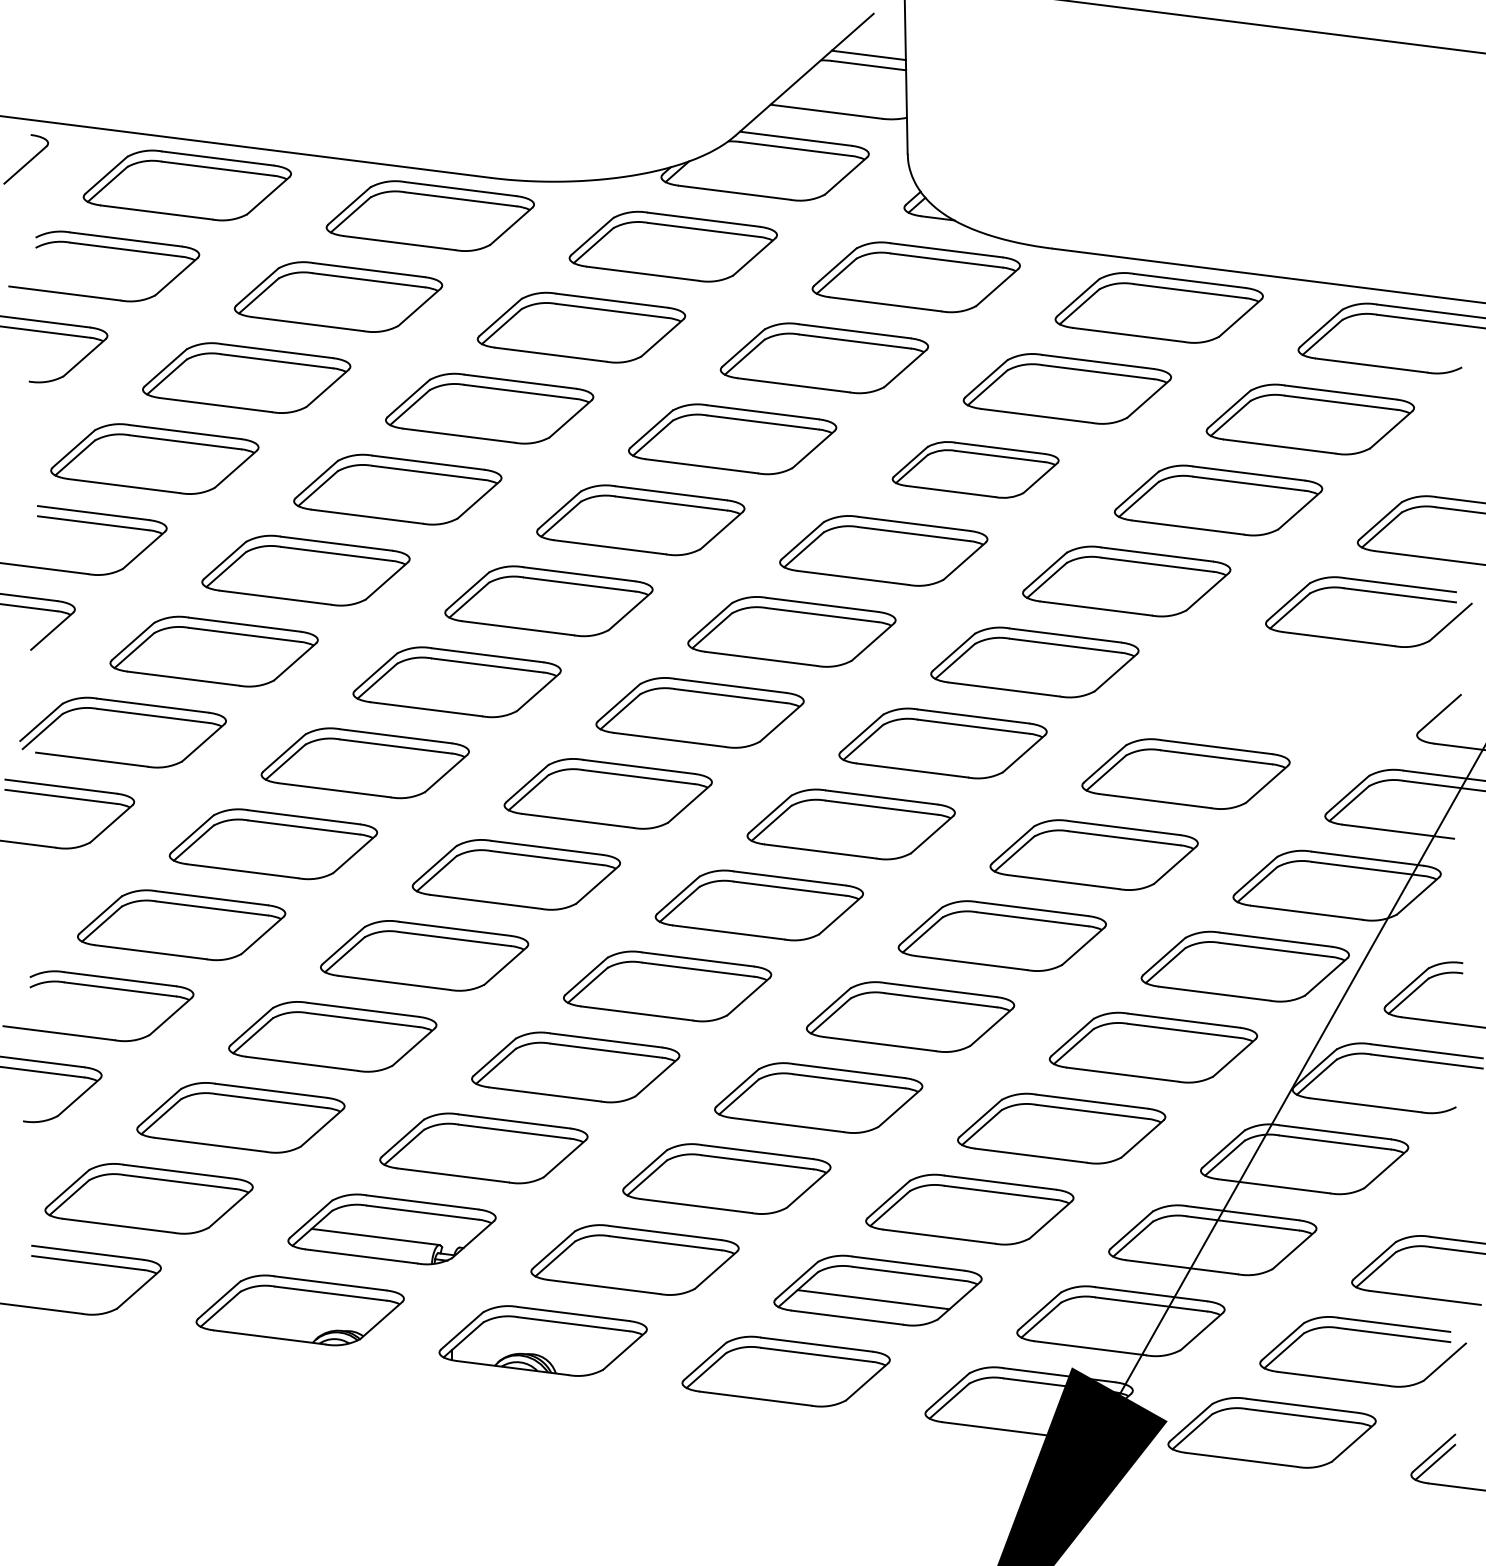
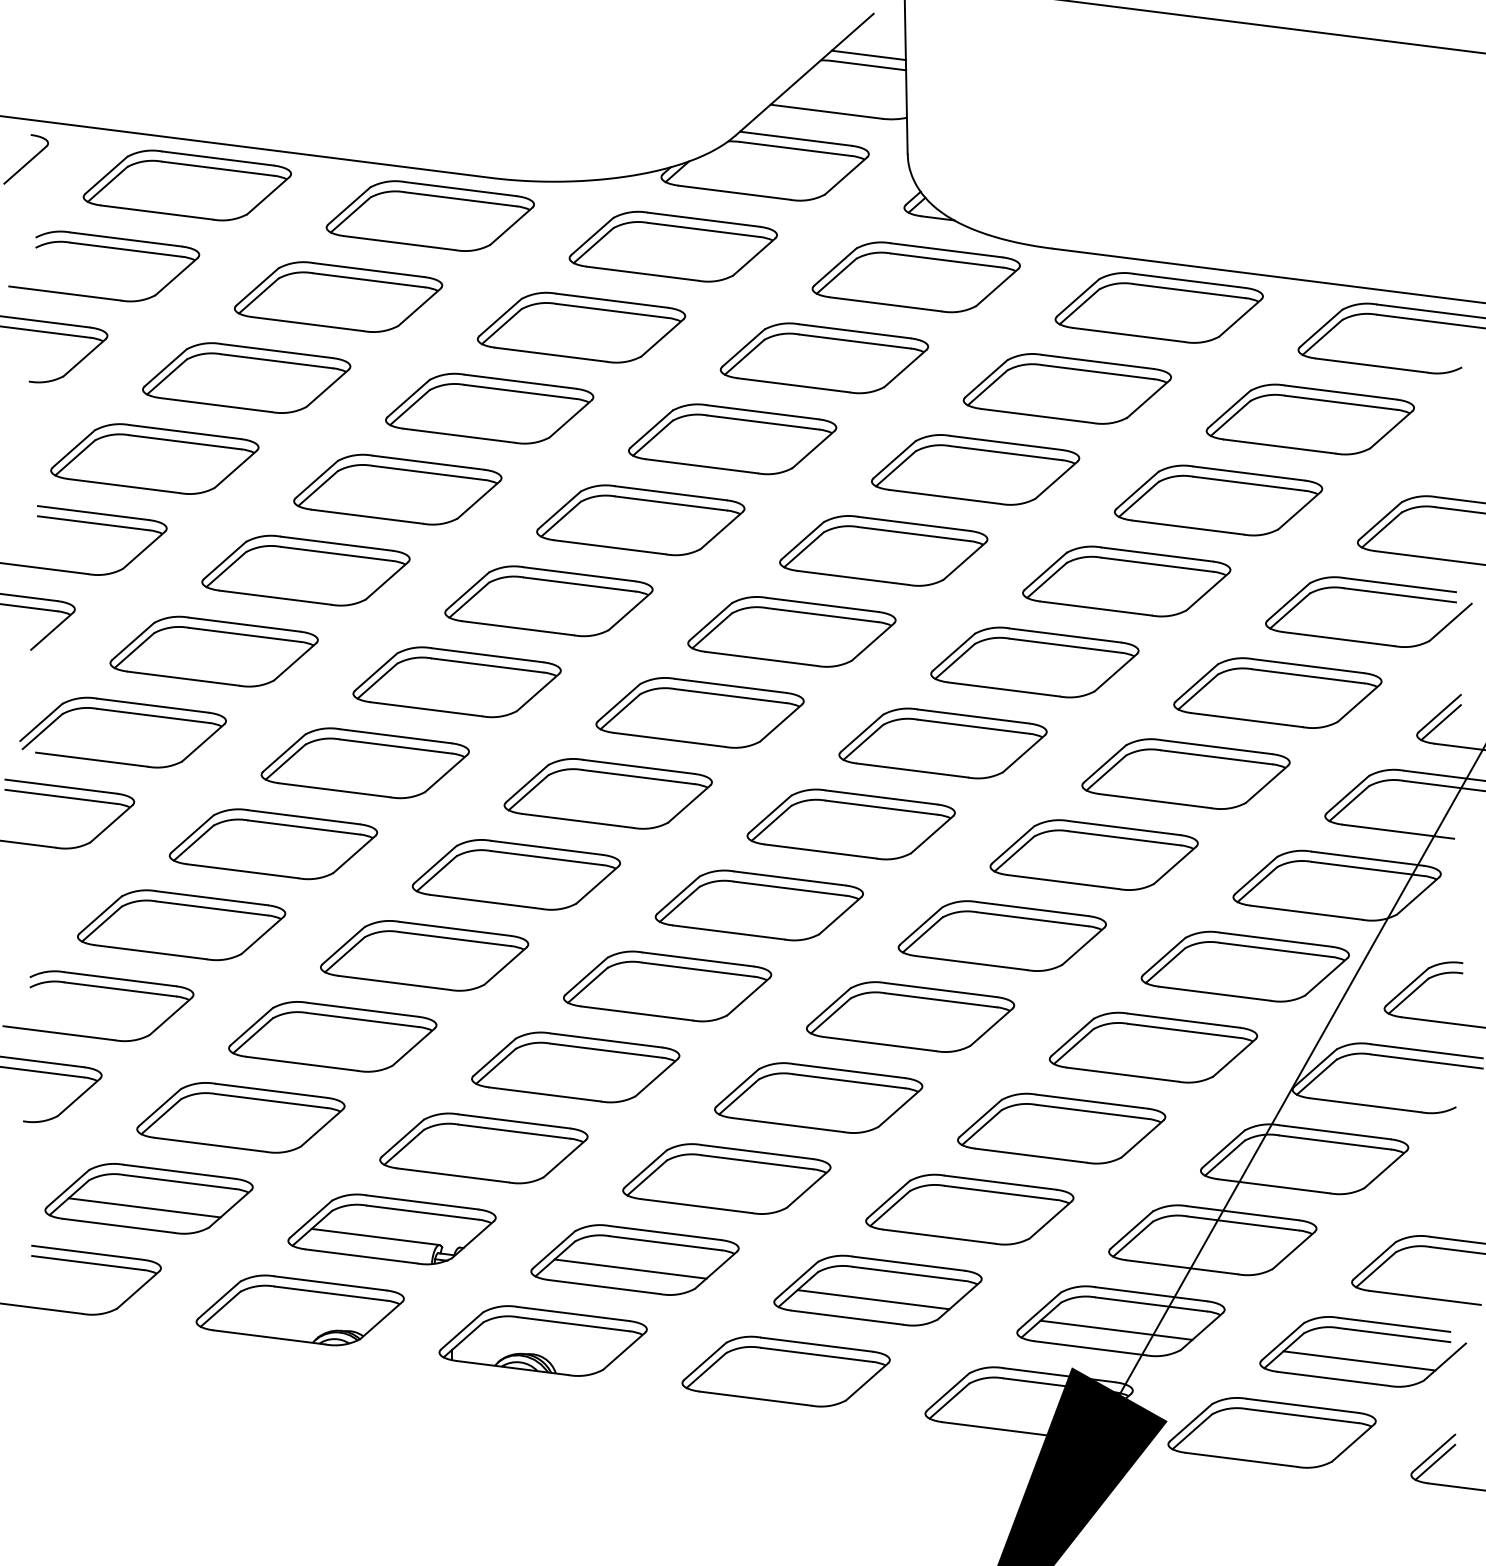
part at (975, 469) size: 169x58 px -> 210x72 px
part at (1277, 692): none -> present
line at (1440, 722): none -> present
line at (144, 1207): none -> present
line at (630, 1268): none -> present
line at (1116, 1329): none -> present
line at (1359, 1360): none -> present
